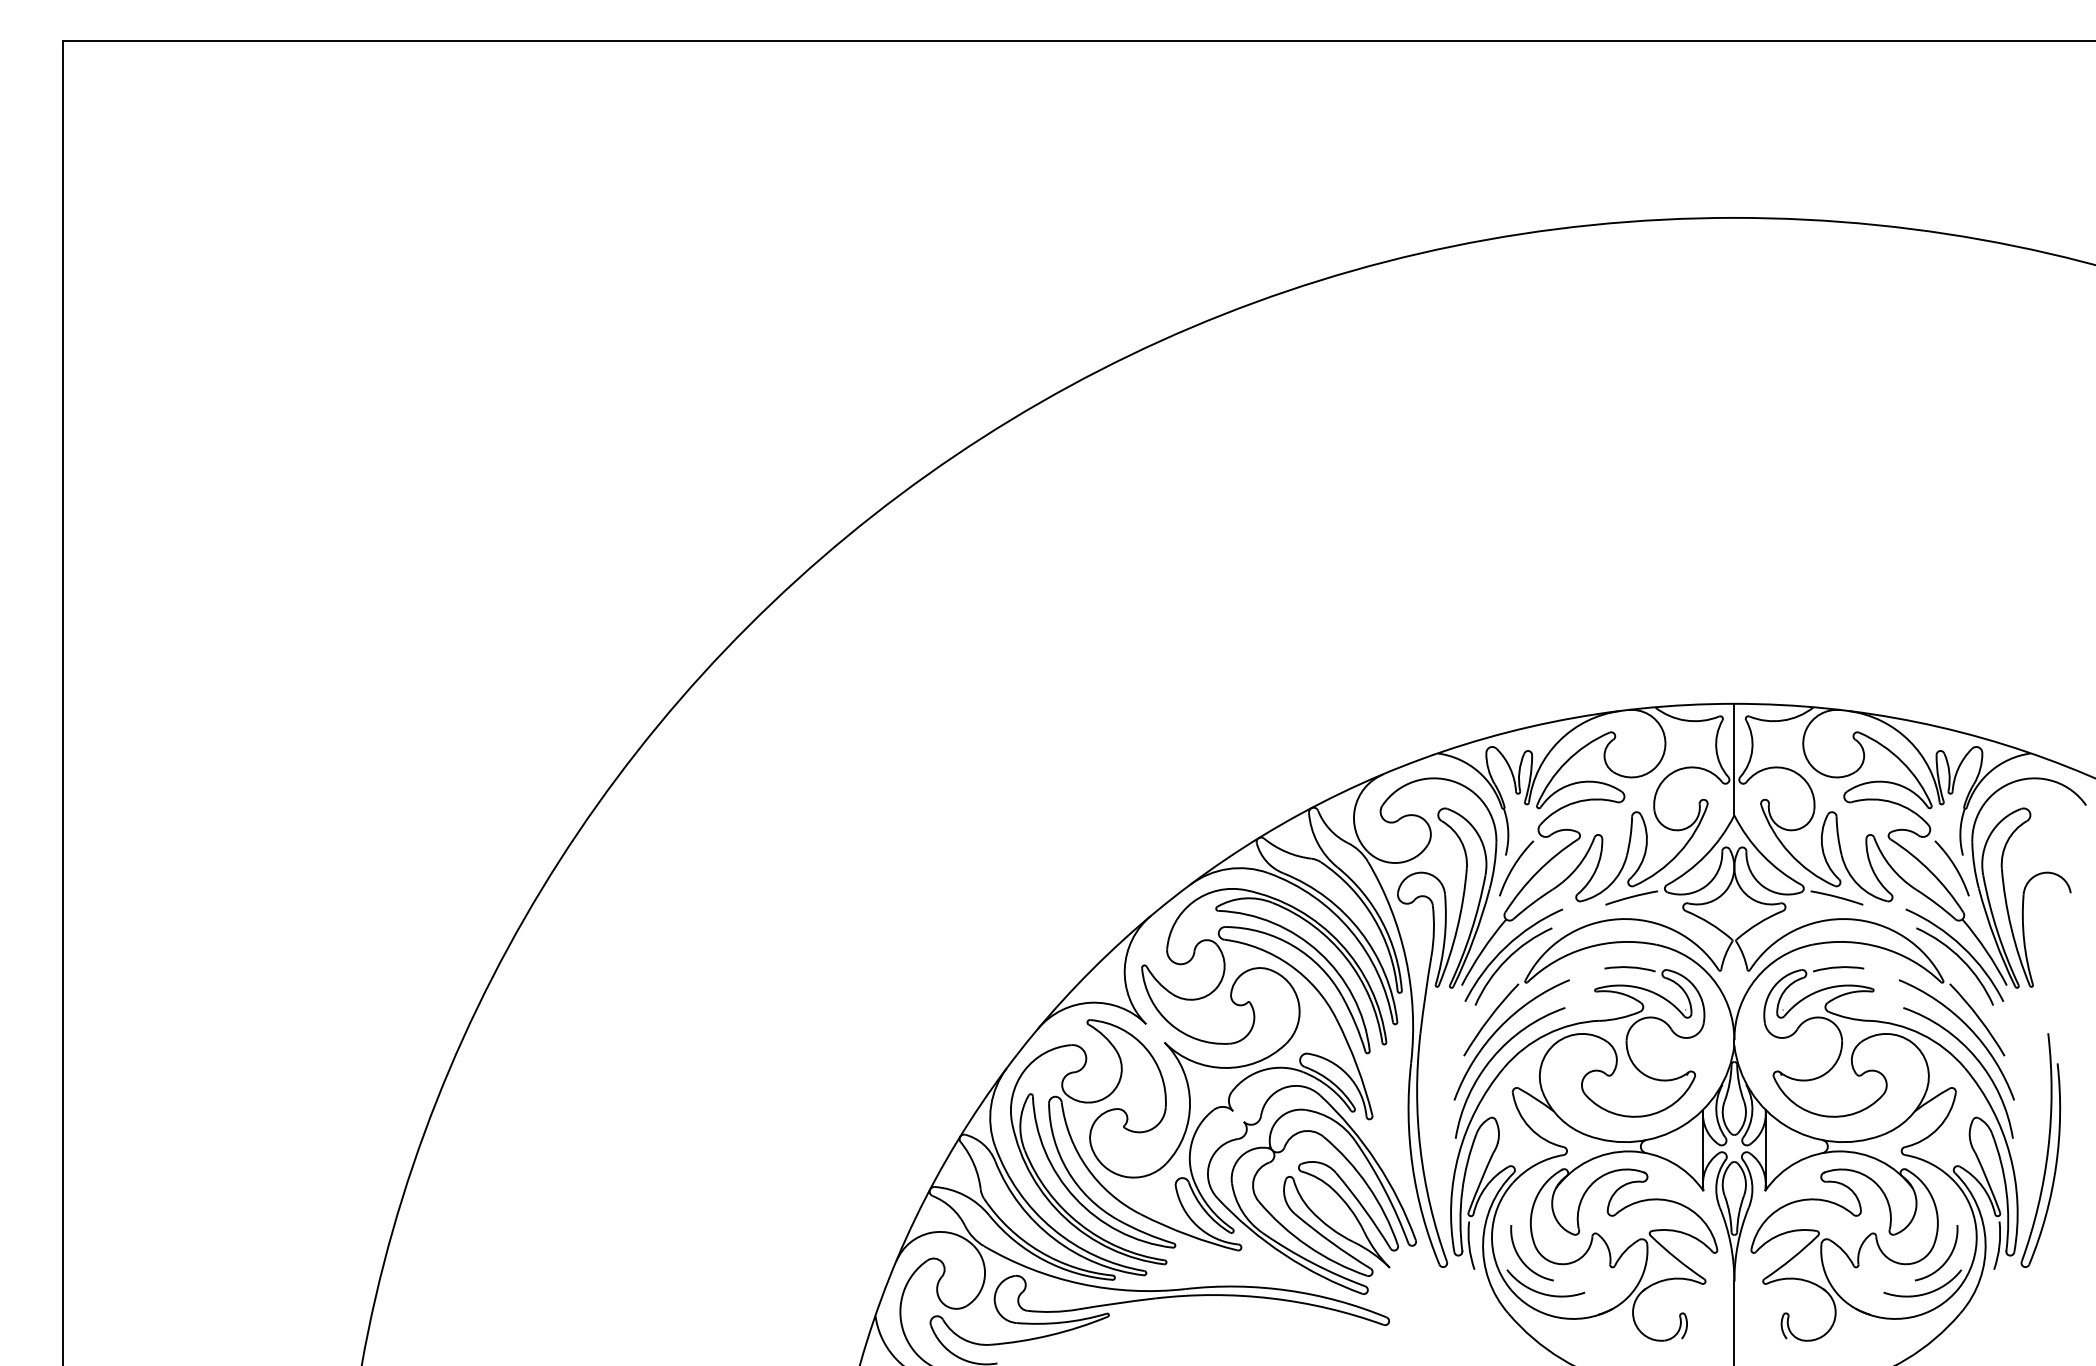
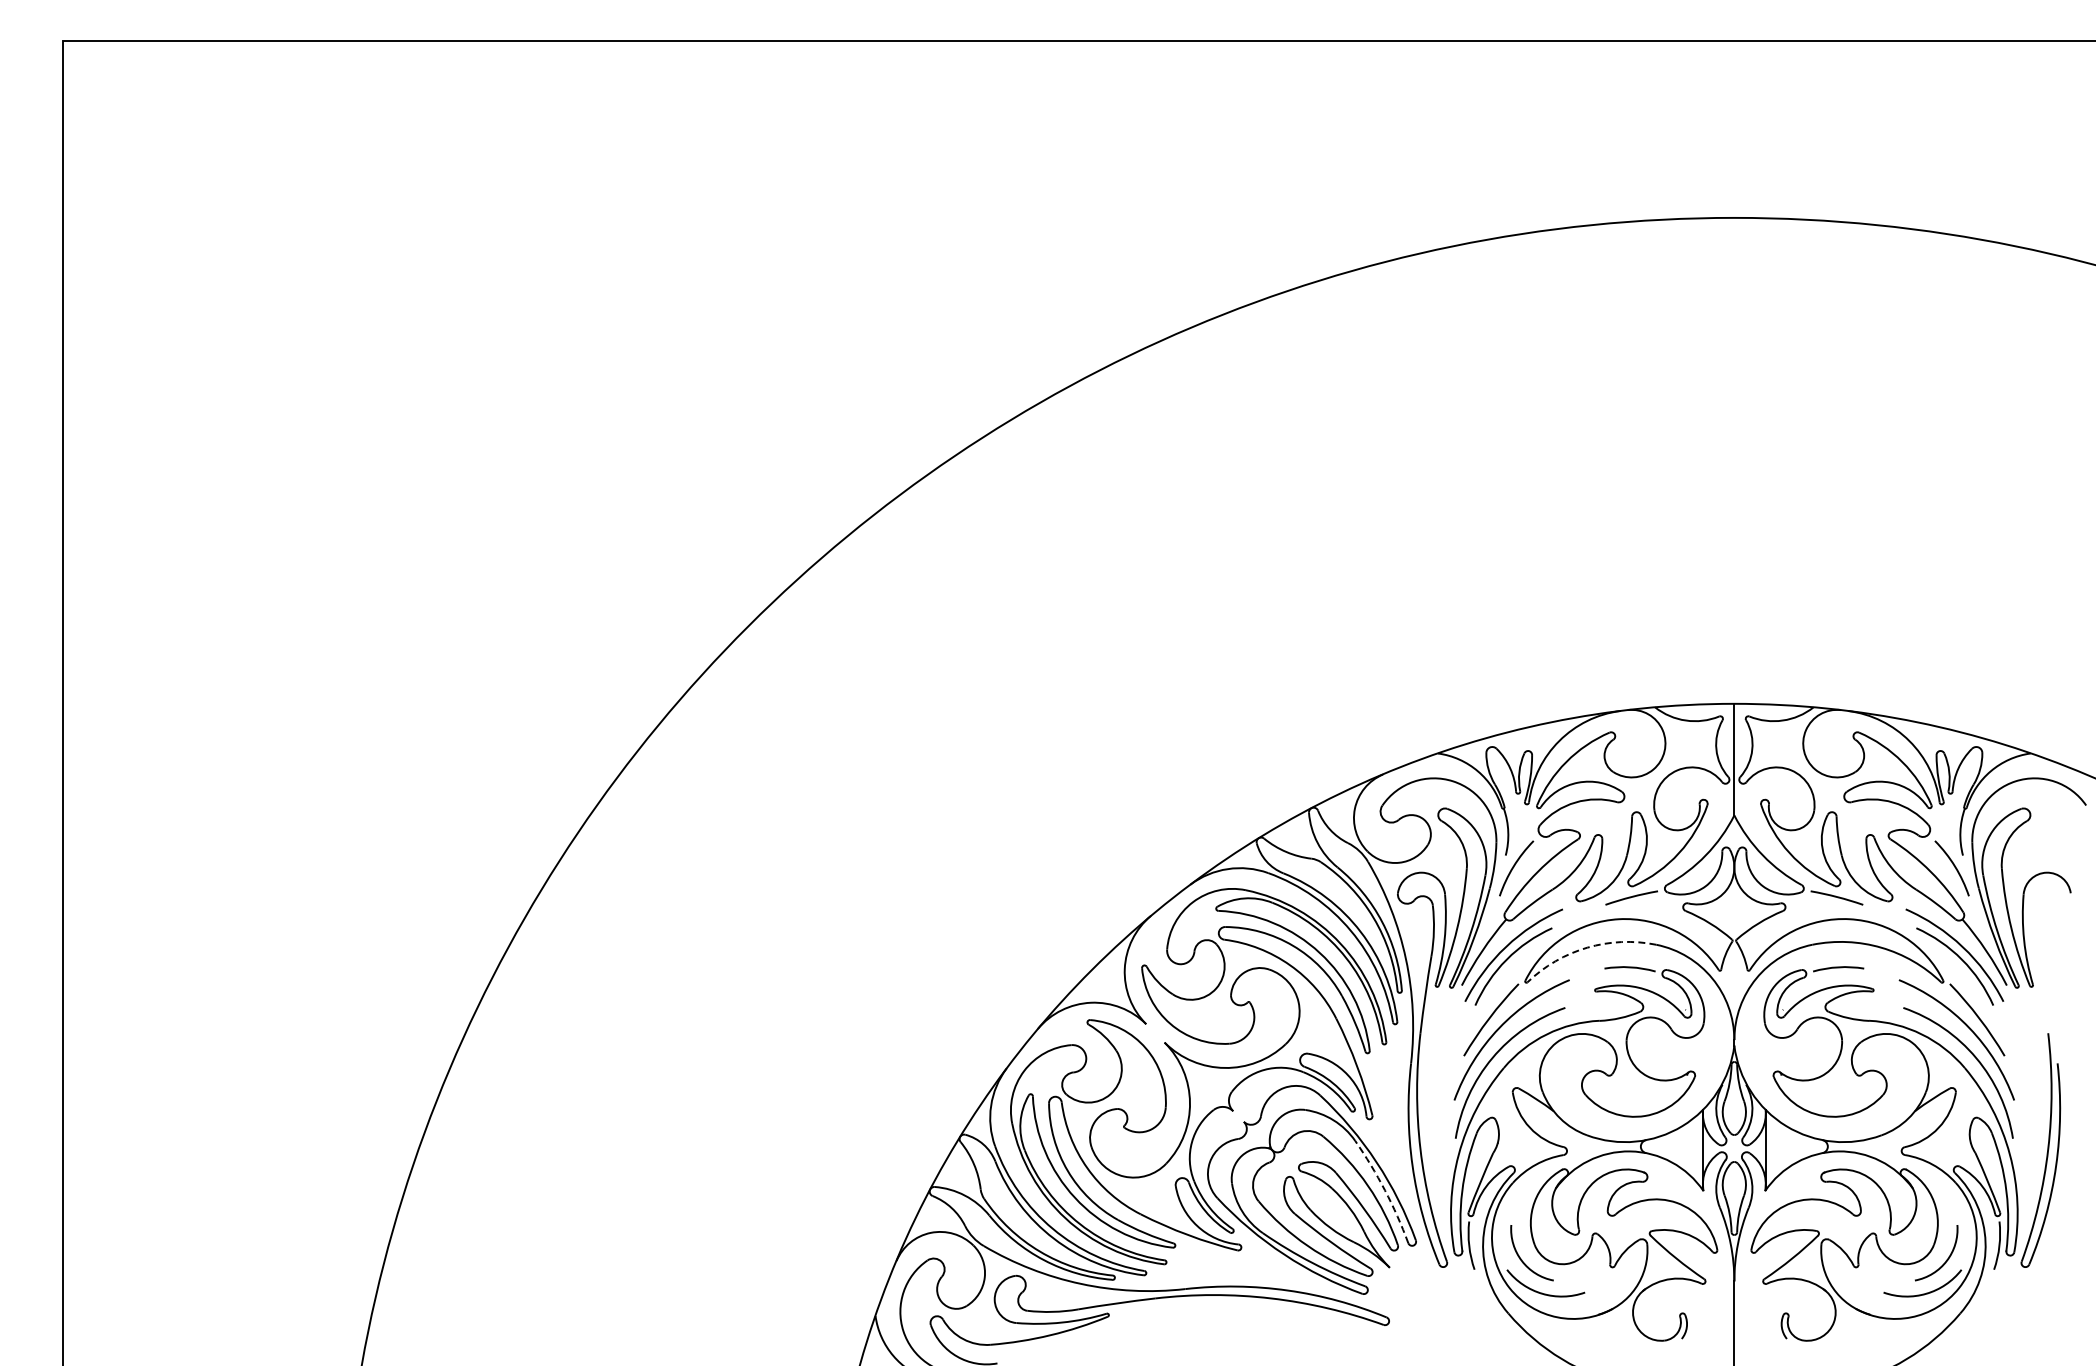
arc at (1587, 947): solid -> dashed
arc at (1385, 1190): solid -> dashed
